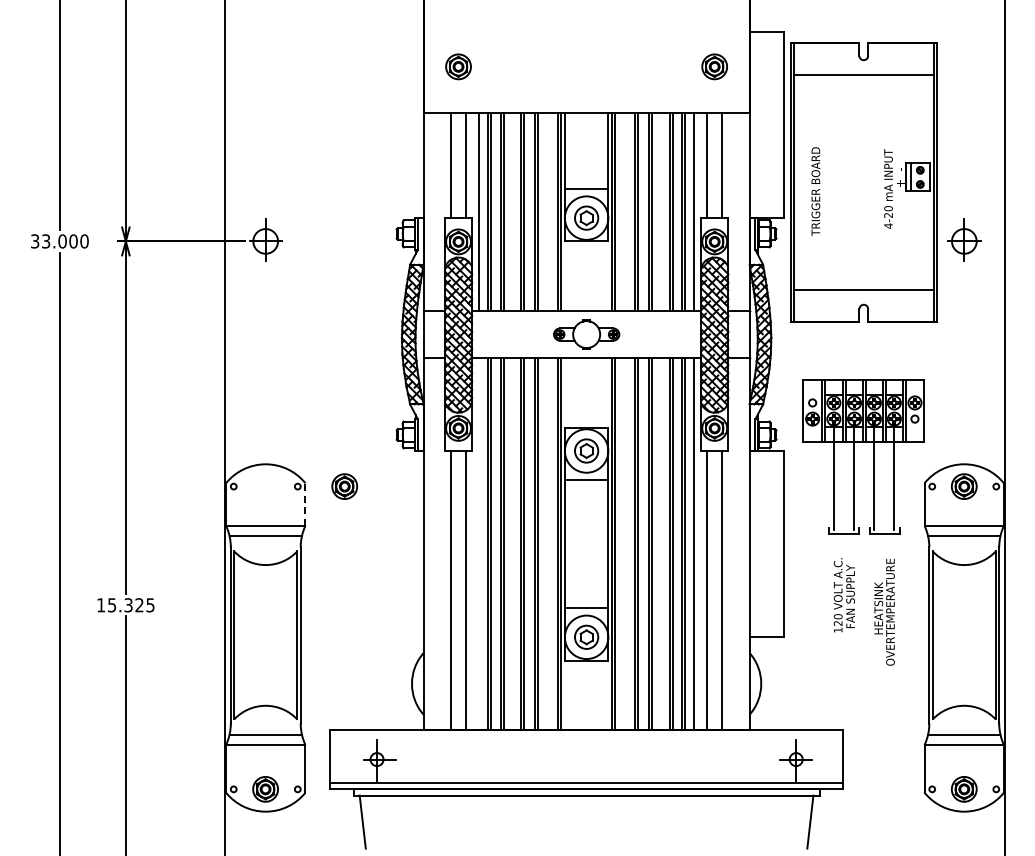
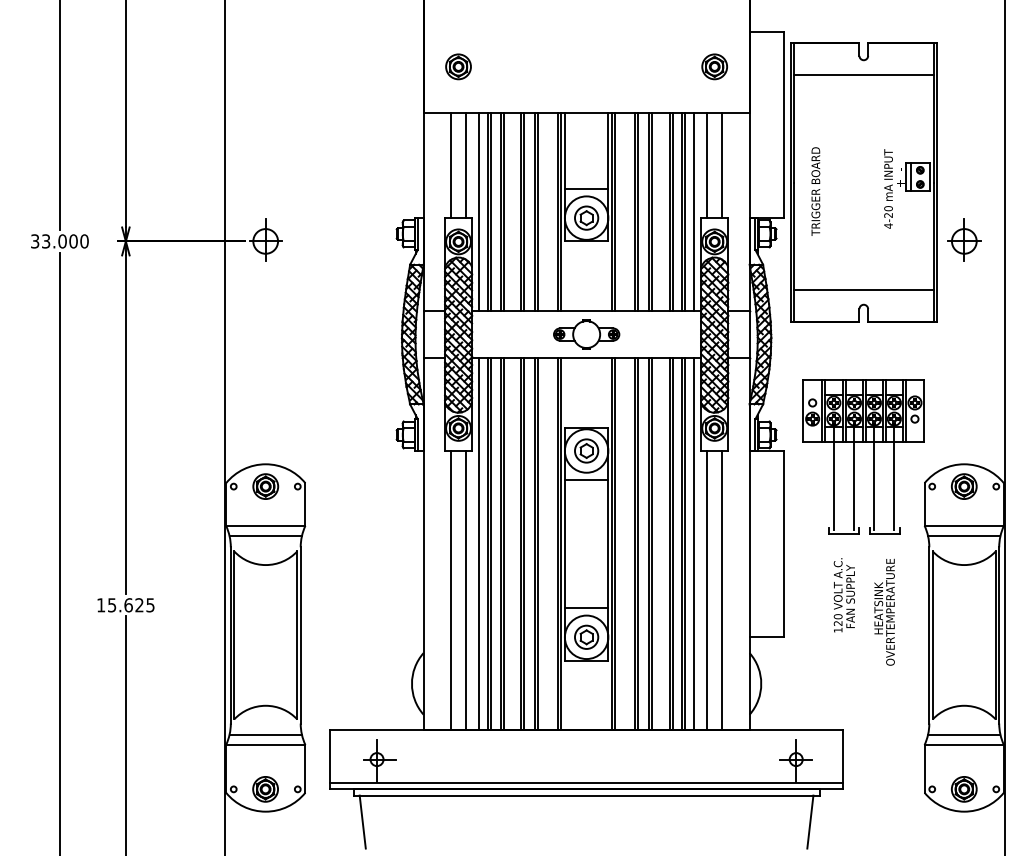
part at (344, 486) position: (344, 486) -> (265, 486)
line at (305, 504): dashed -> solid
line at (479, 543): none -> present
text at (128, 605): 15.325 -> 15.625
